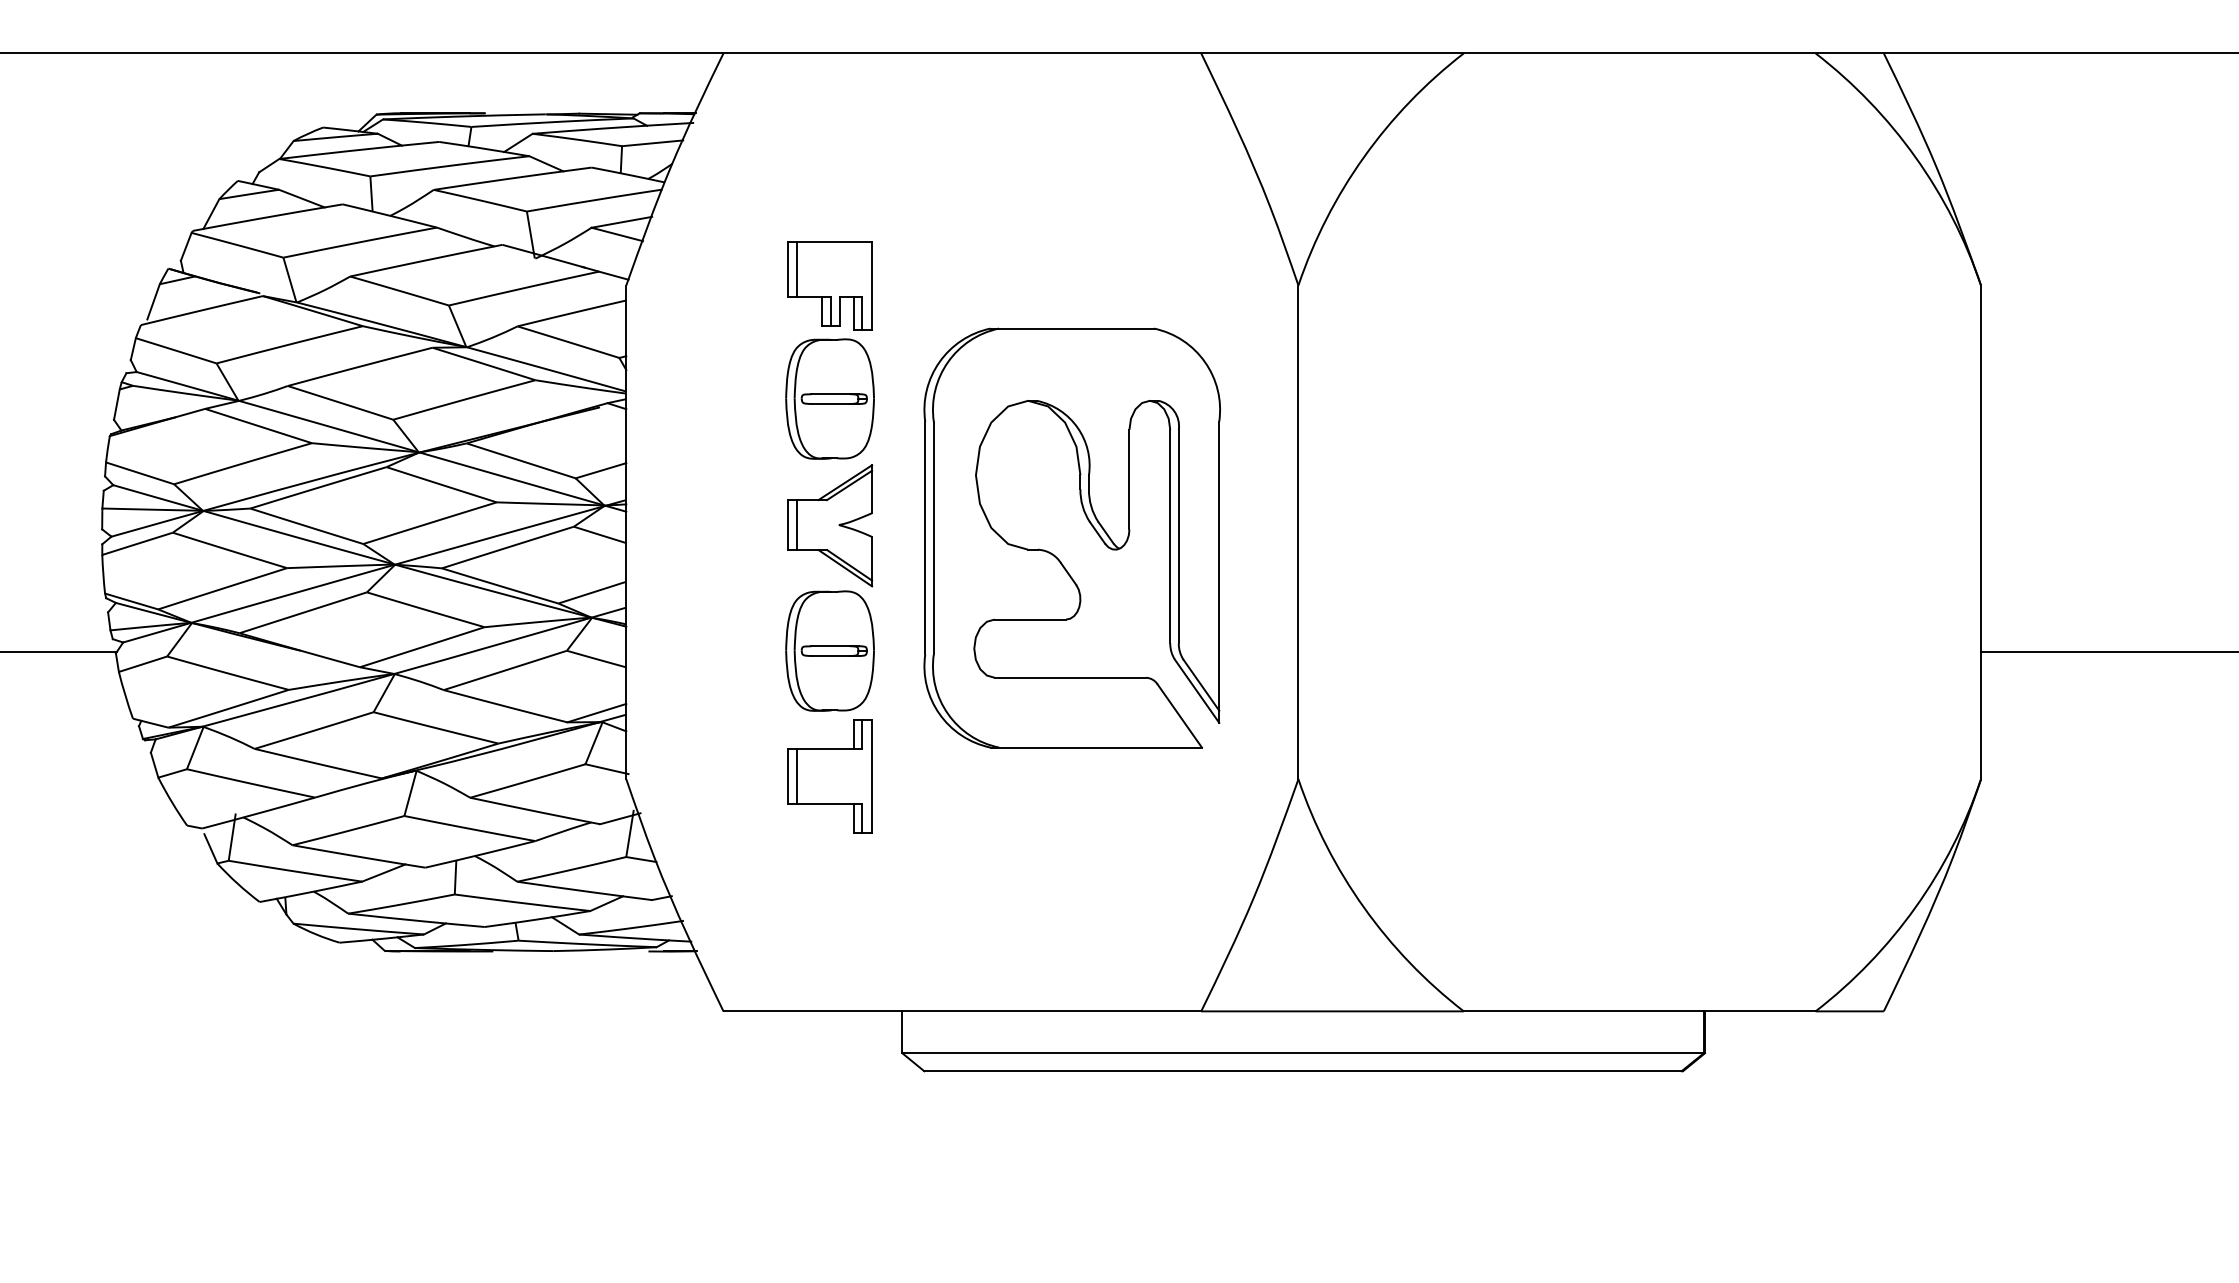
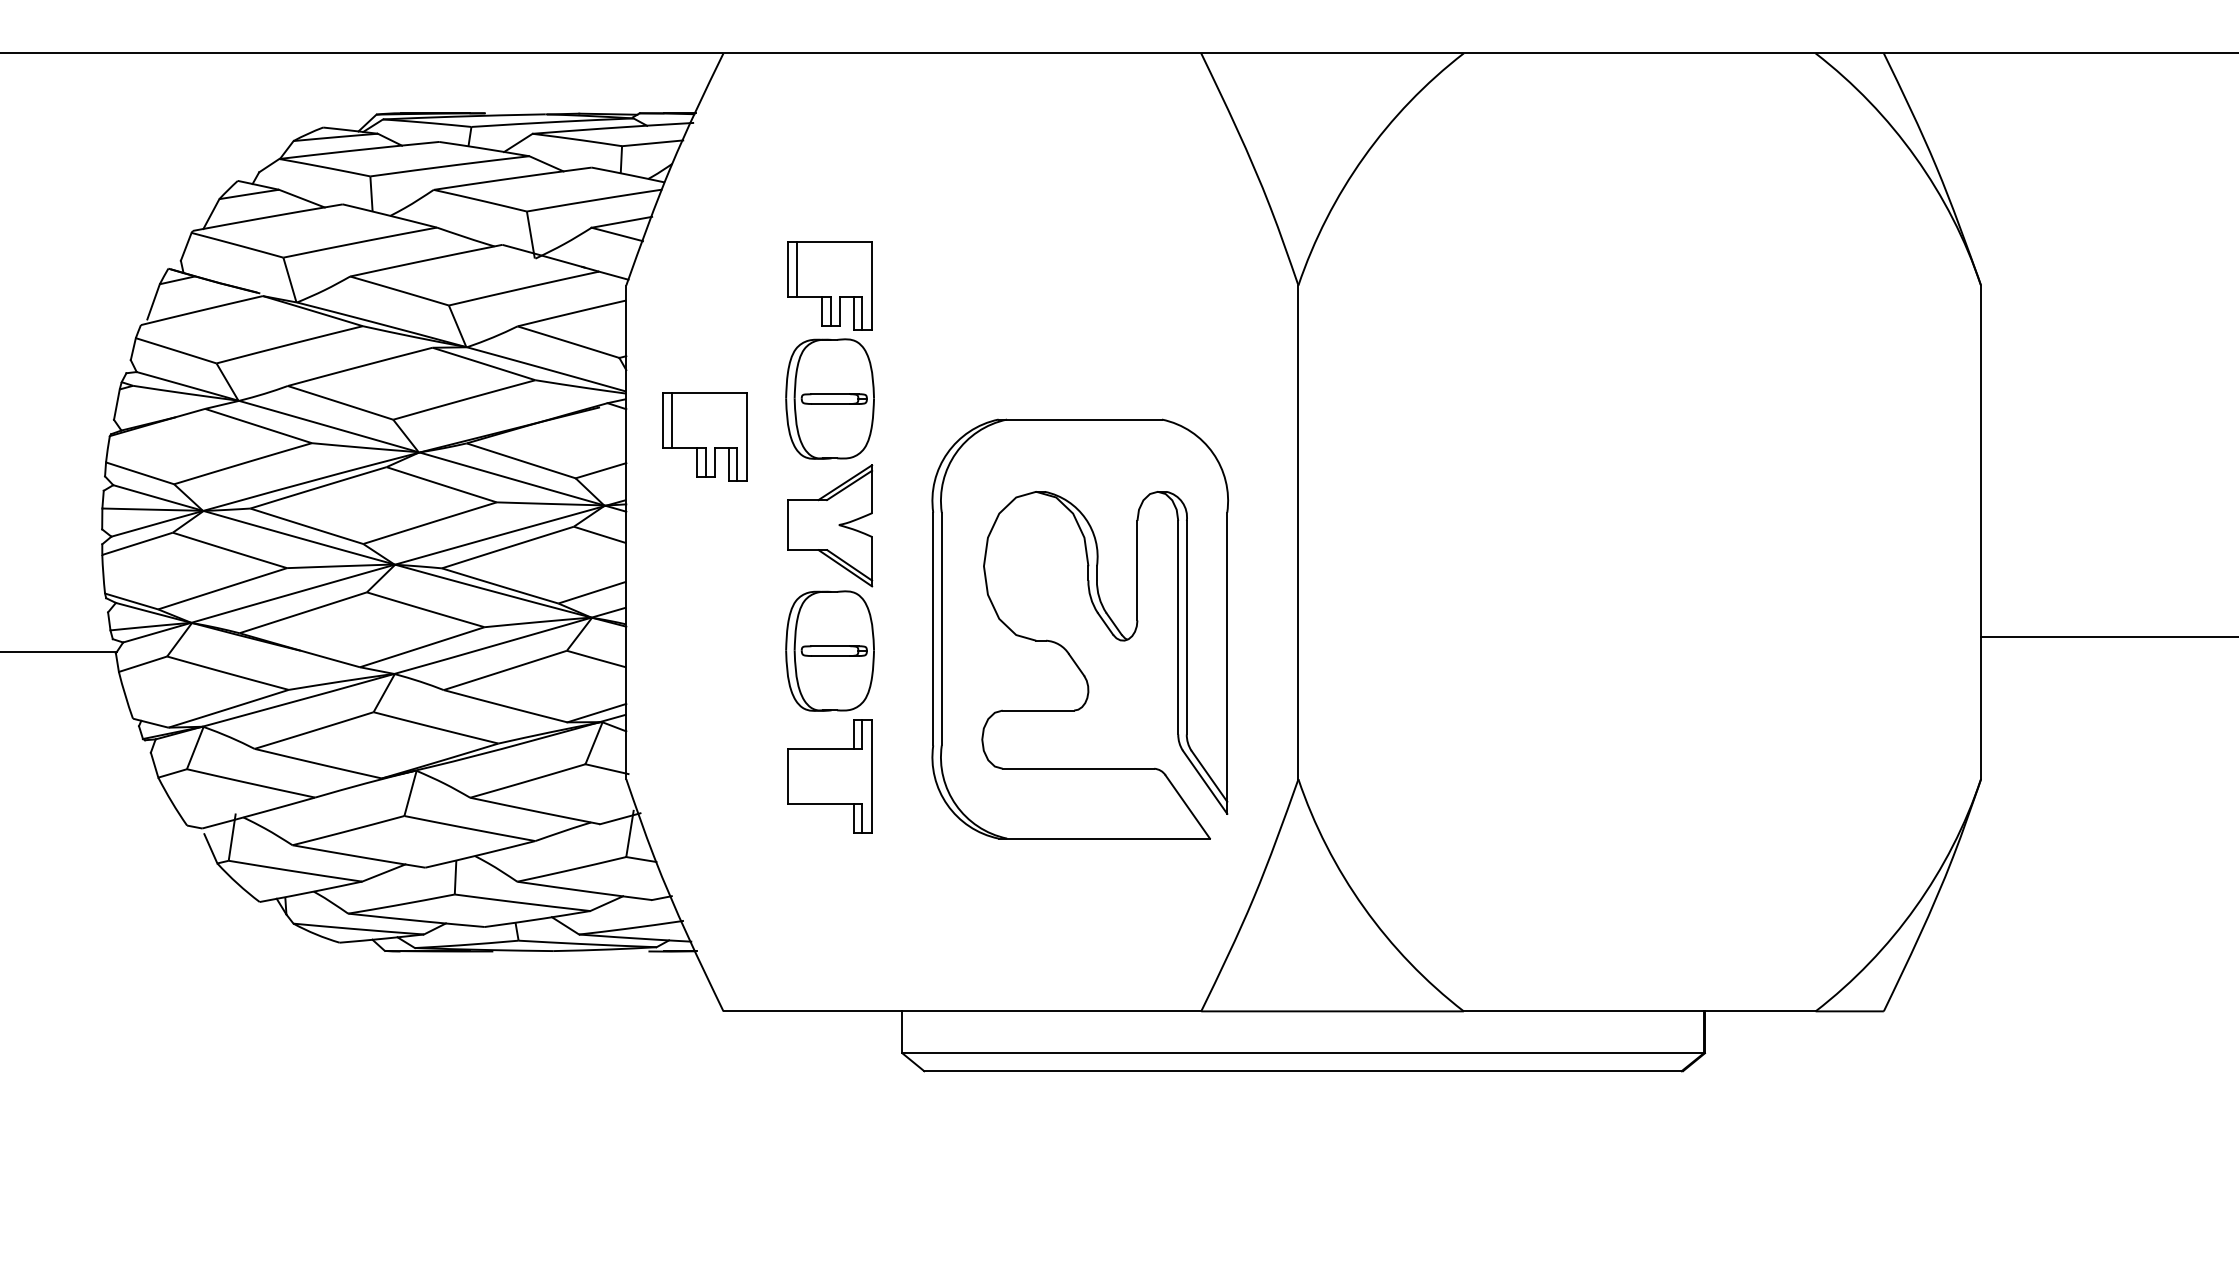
part at (704, 436): none -> present
part at (1089, 523) position: (1089, 523) -> (1097, 614)
line at (796, 525): present -> none
line at (2108, 652) position: (2108, 652) -> (2108, 637)
line at (796, 776): present -> none
